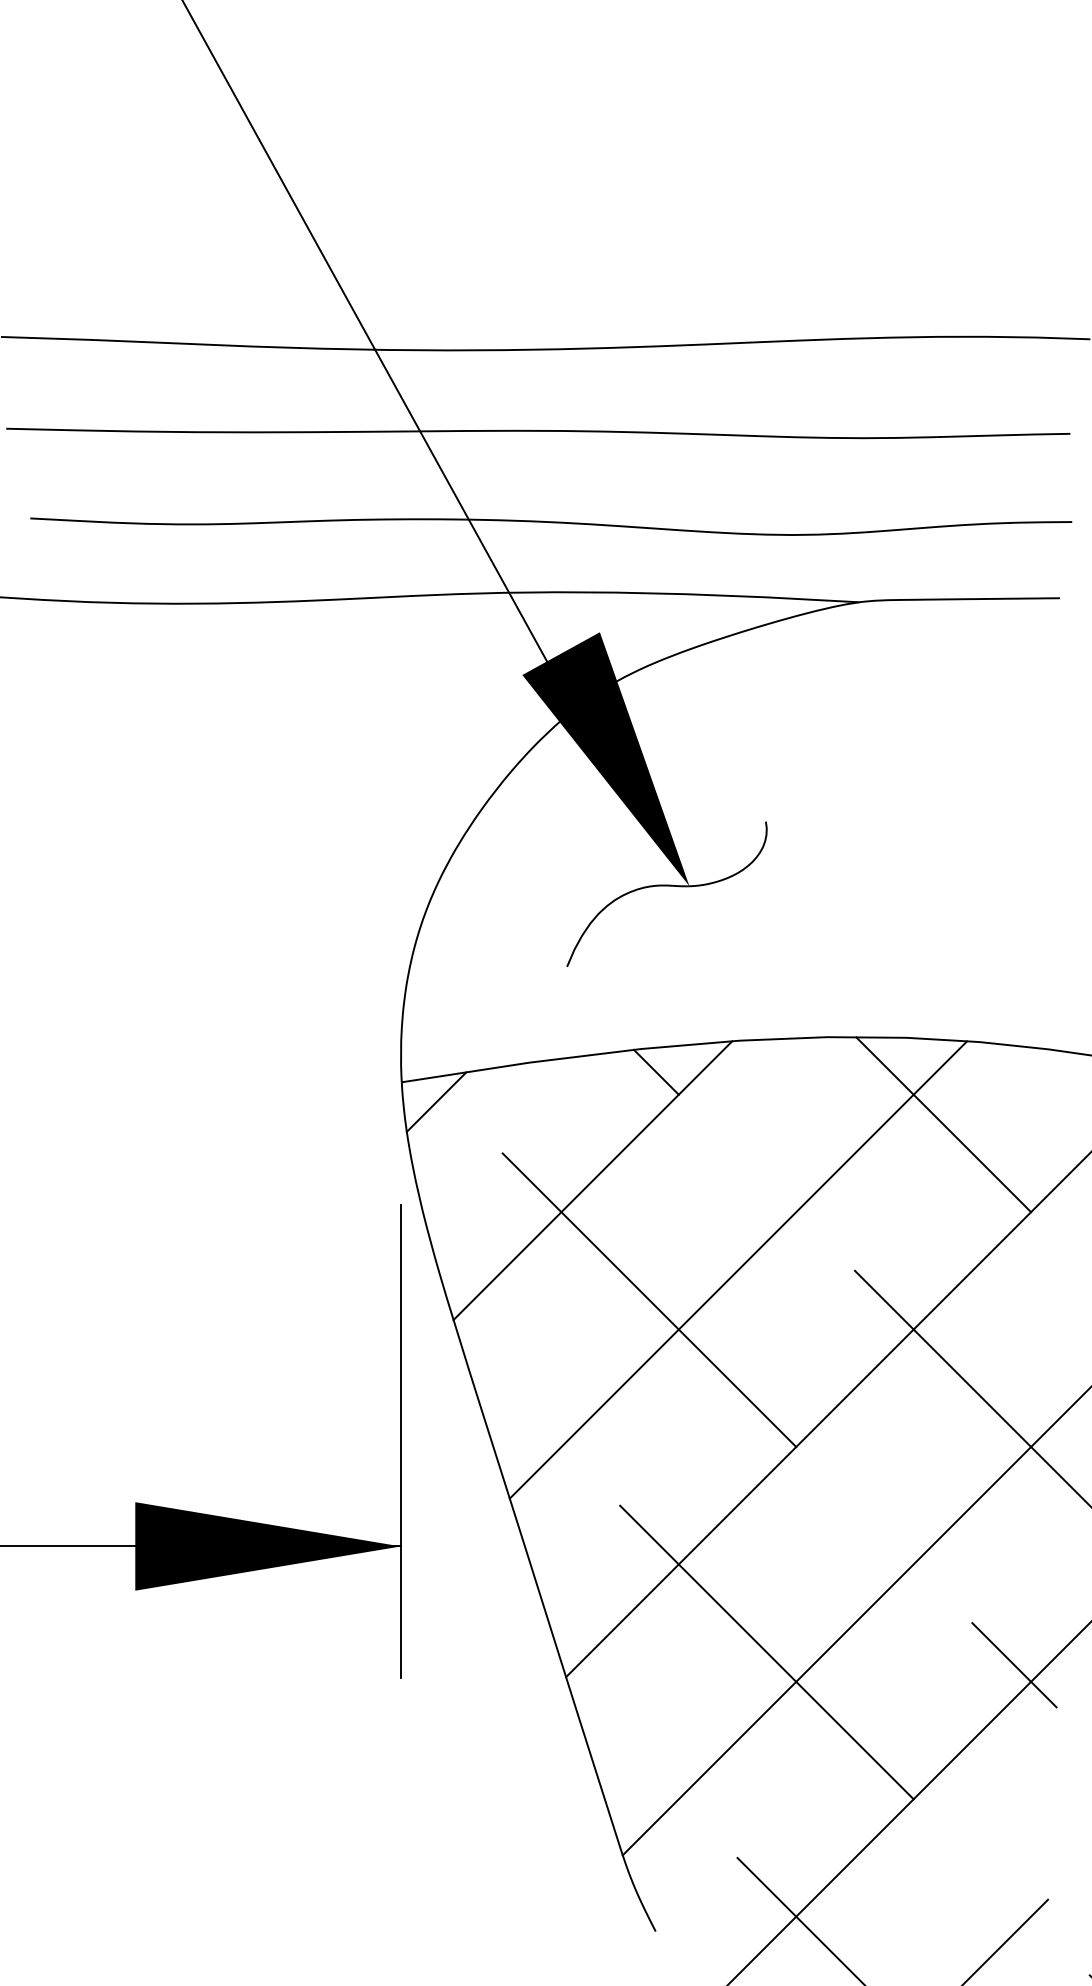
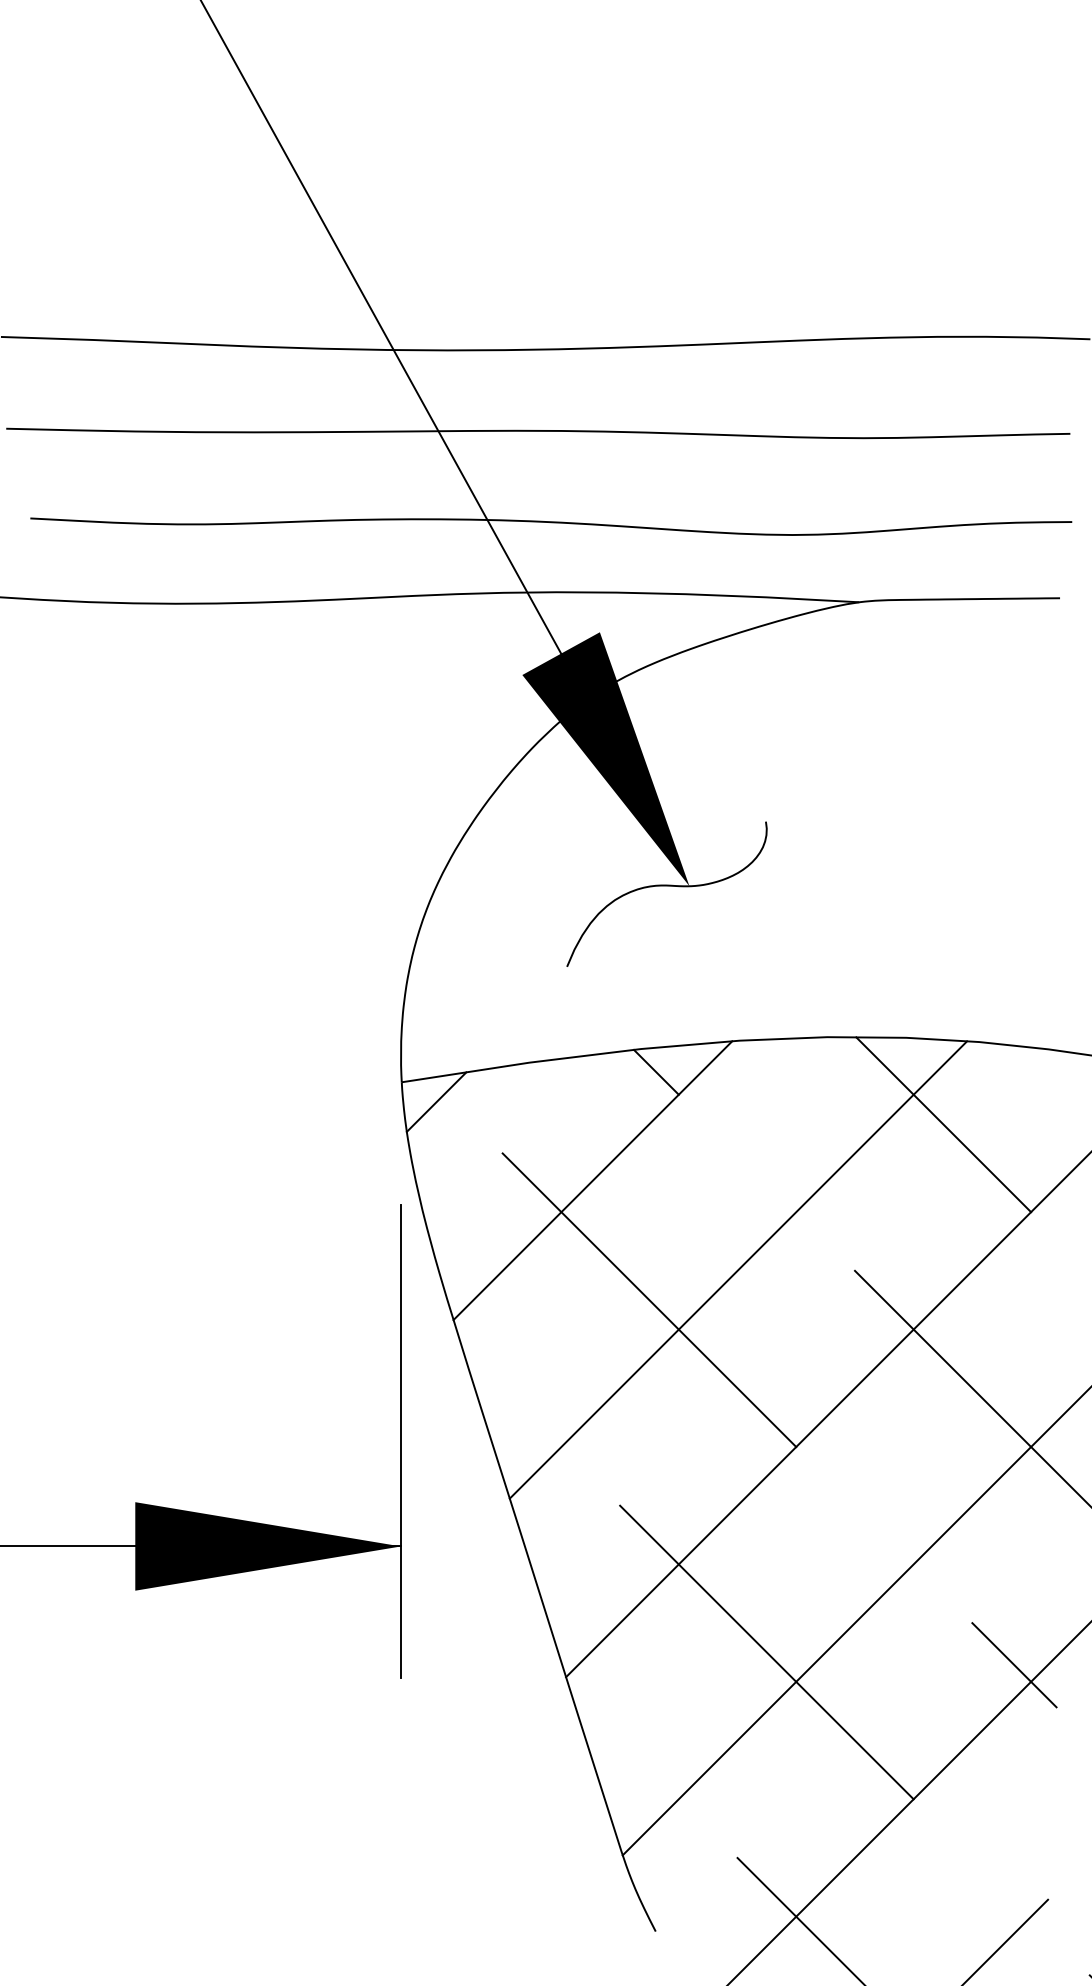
line at (365, 331) position: (365, 331) -> (381, 327)
